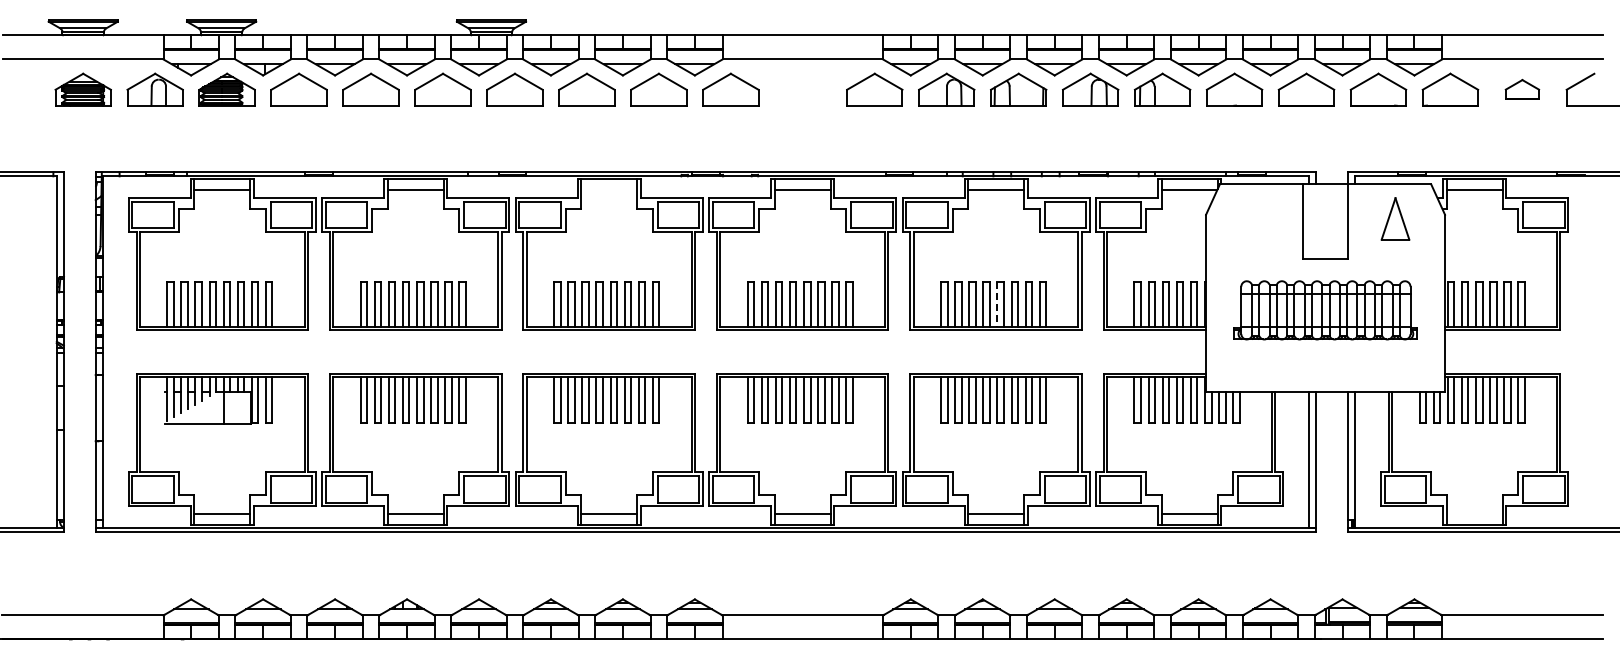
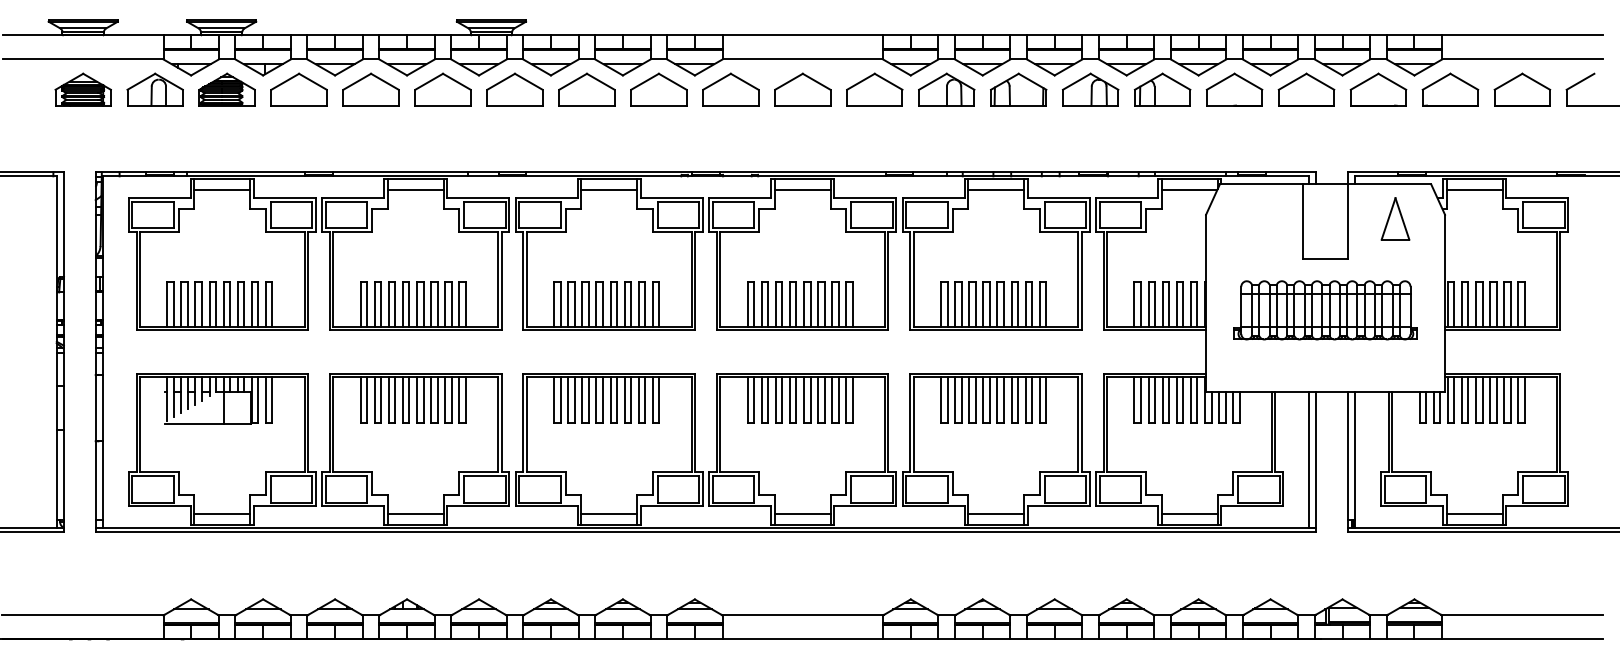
part at (1522, 88) size: 37x22 px -> 59x35 px
part at (802, 89): none -> present
line at (609, 190): none -> present
line at (997, 304): dashed -> solid
line at (1474, 513): none -> present
